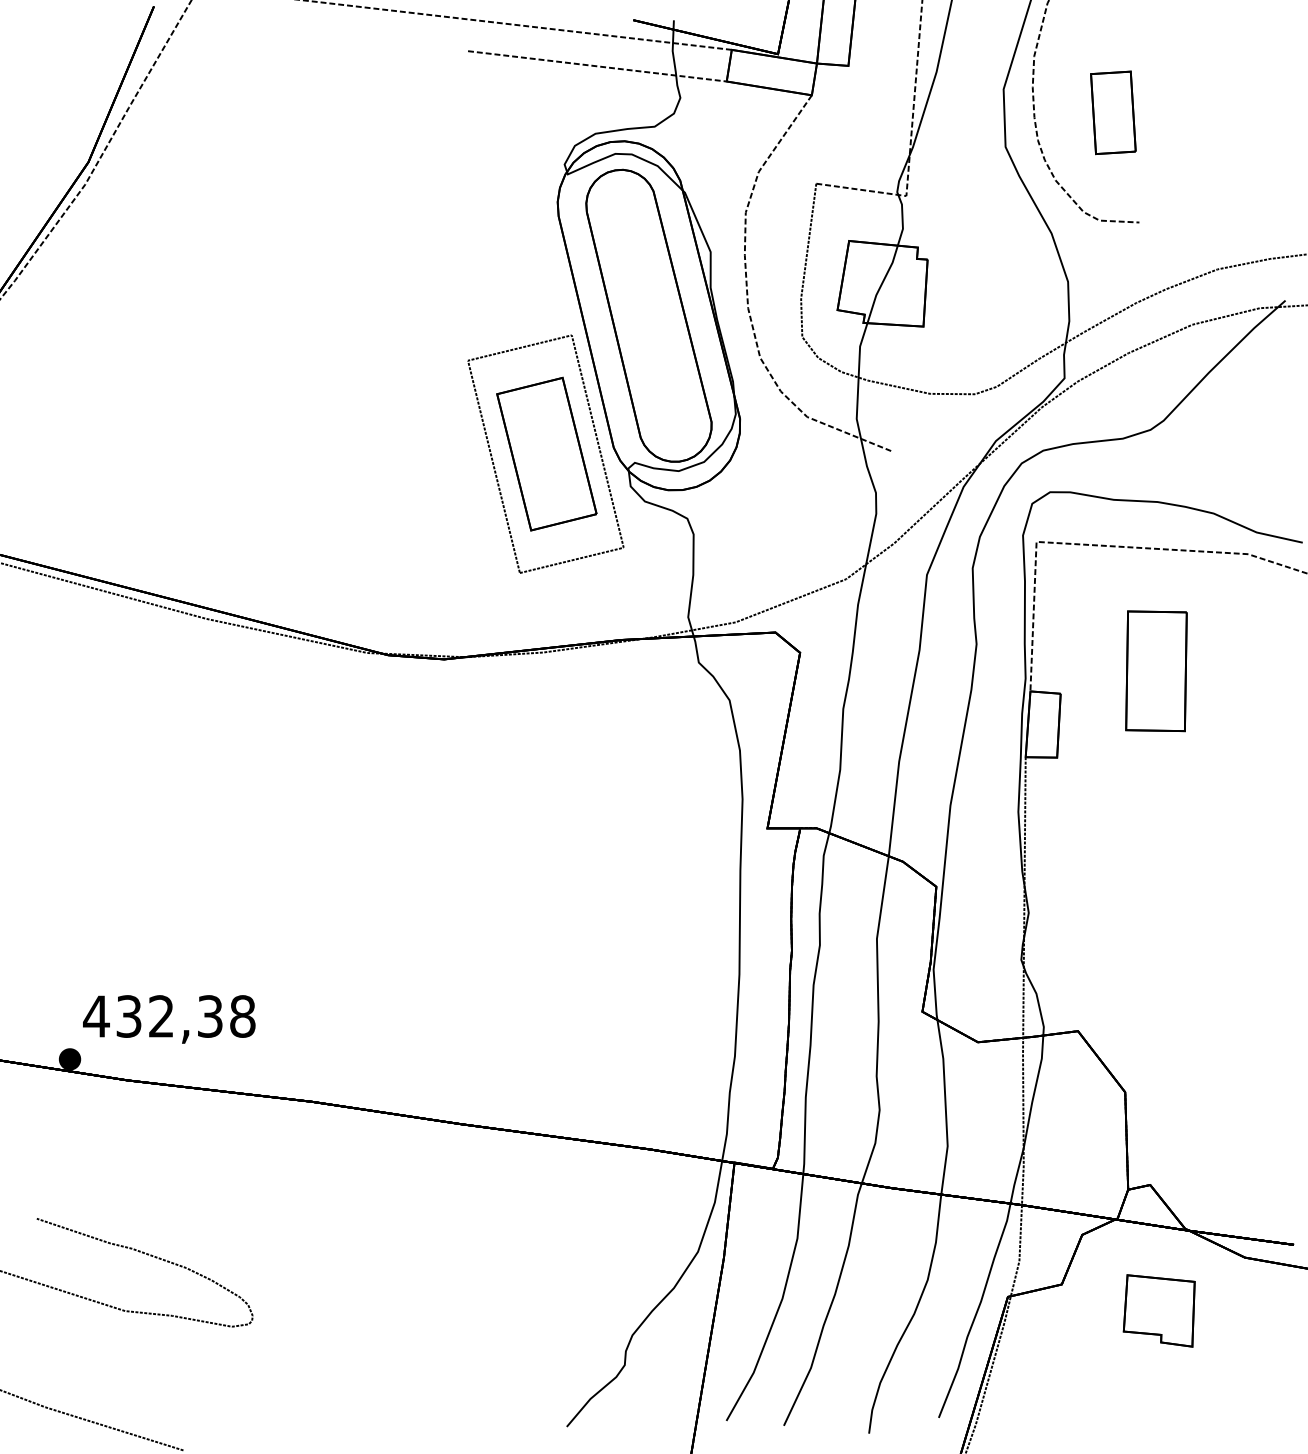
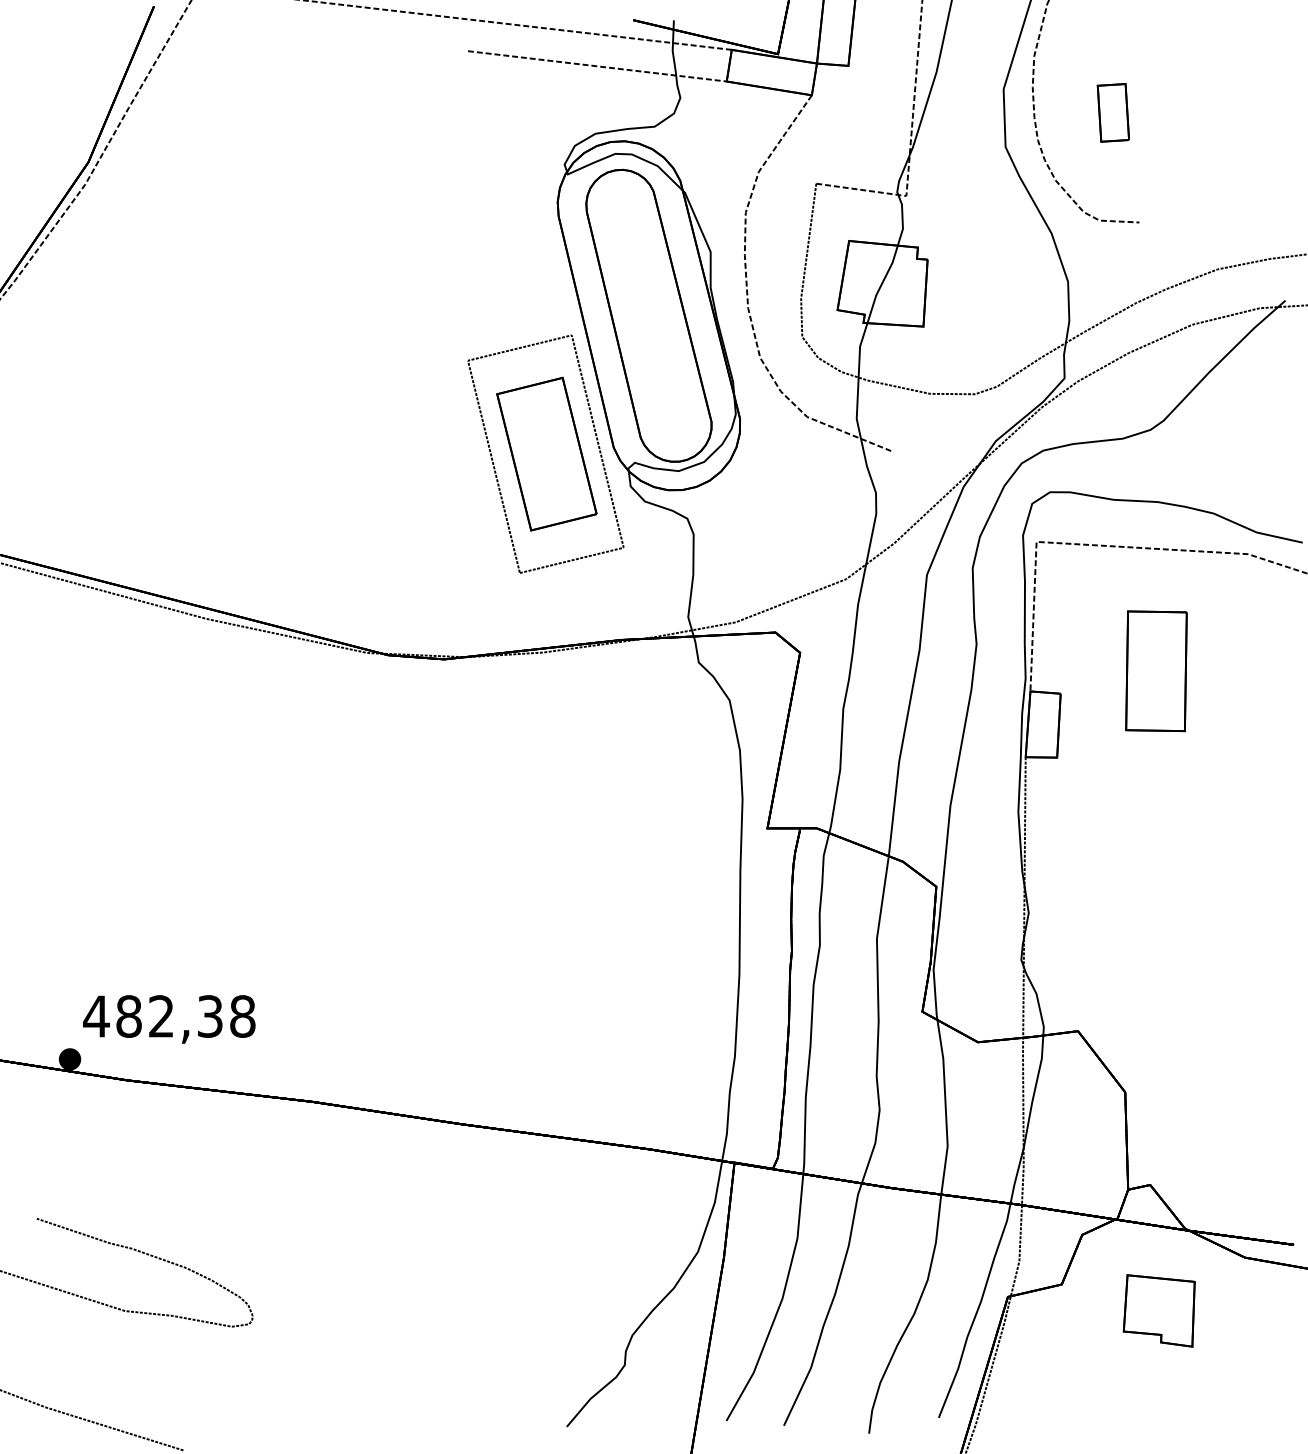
part at (1113, 112) size: 47x86 px -> 34x60 px
text at (128, 1016): 432,38 -> 482,38
